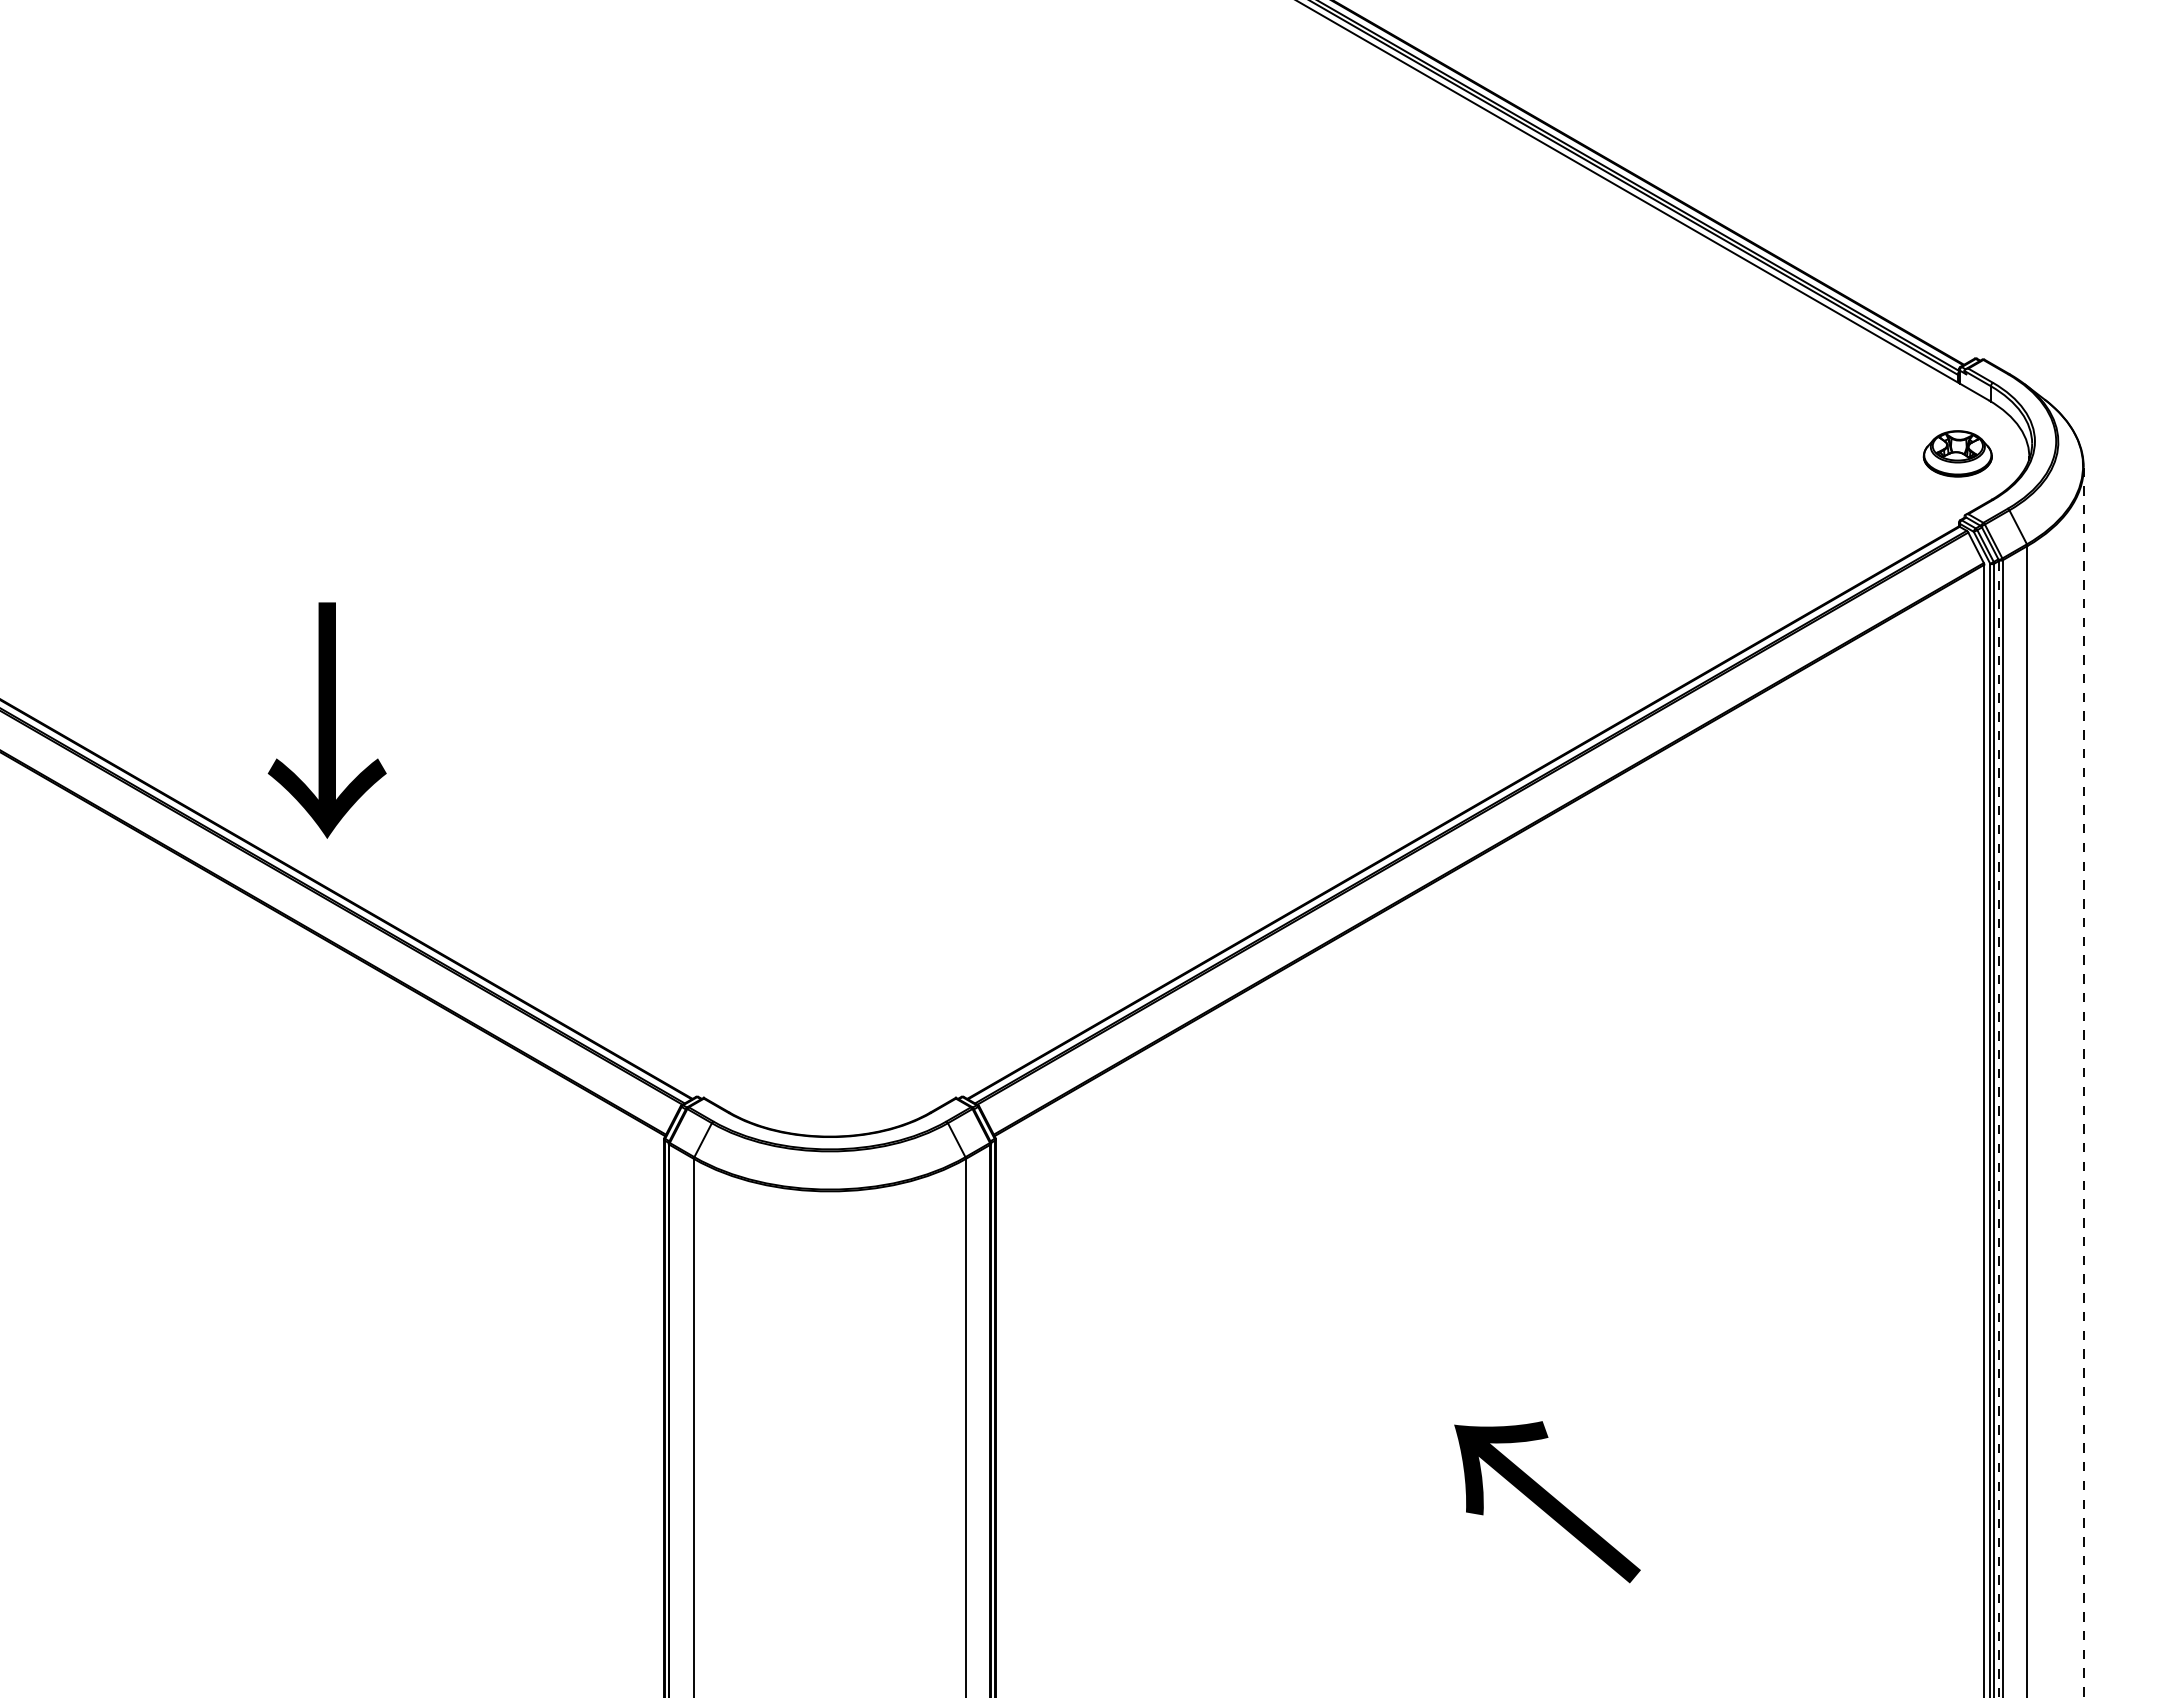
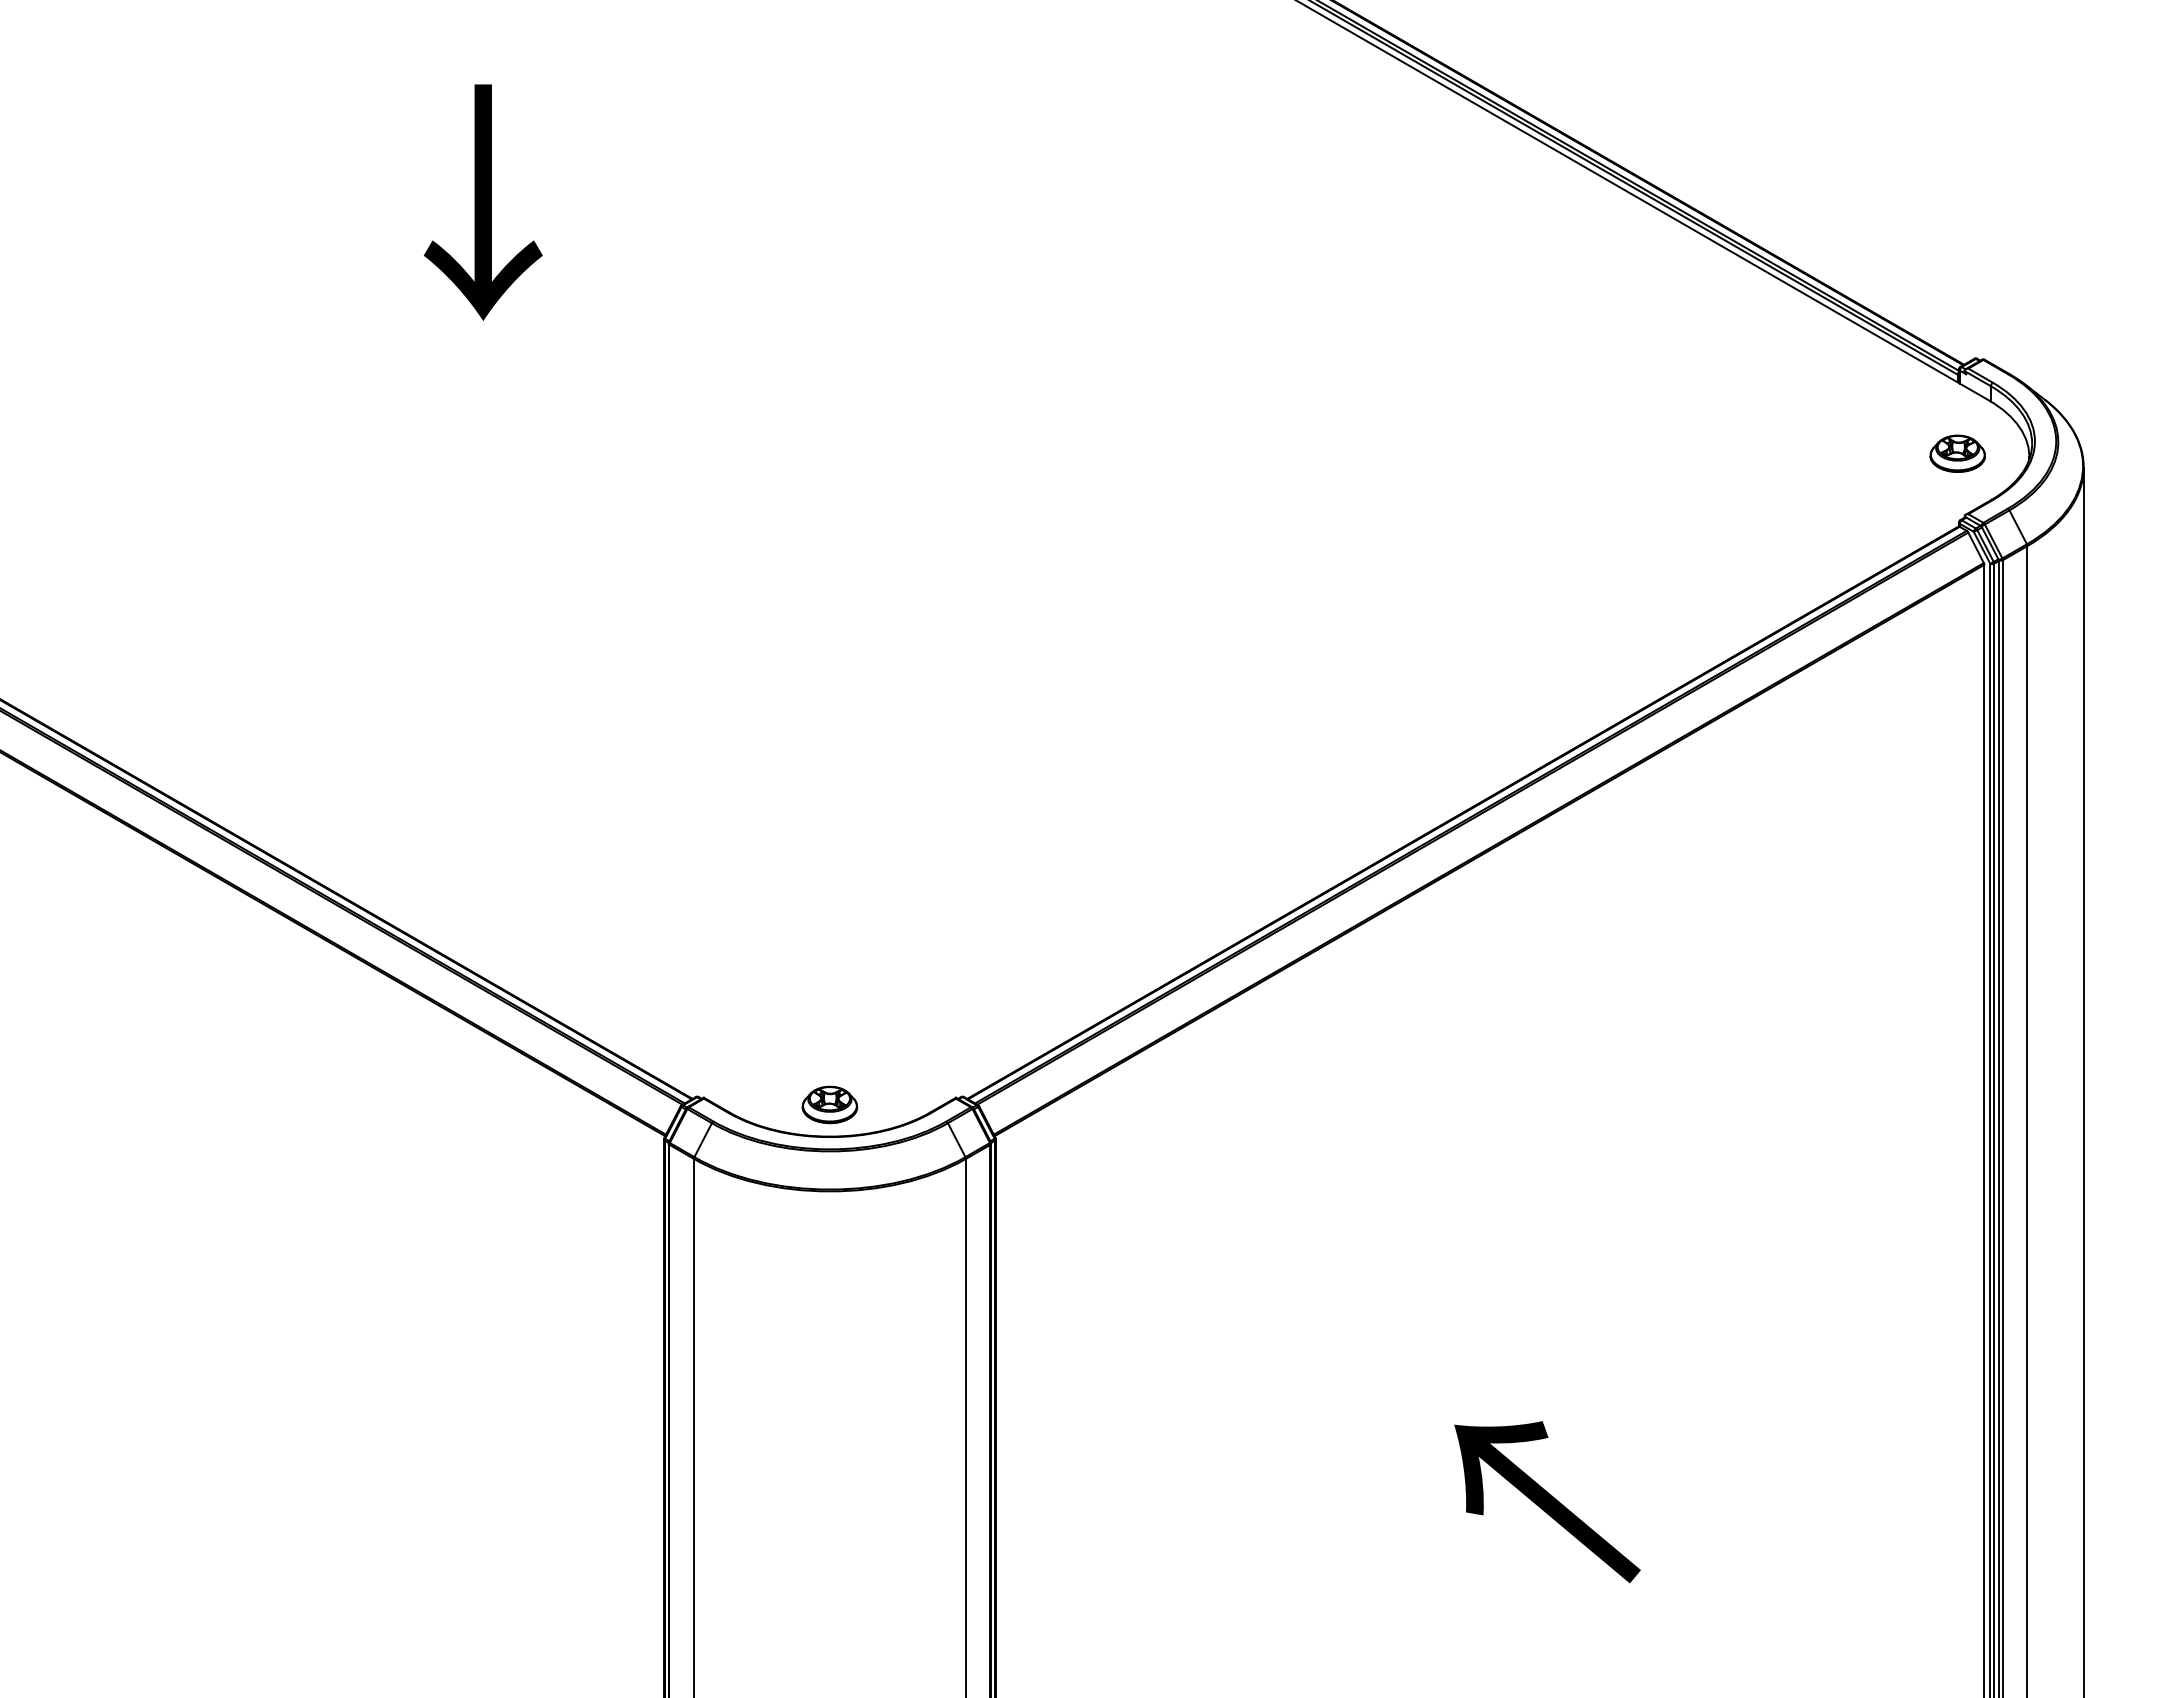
part at (1957, 453) size: 71x48 px -> 57x39 px
text at (326, 720) position: (326, 720) -> (482, 202)
line at (2083, 1082): dashed -> solid
part at (829, 1104): none -> present
line at (1998, 1129): dashed -> solid
